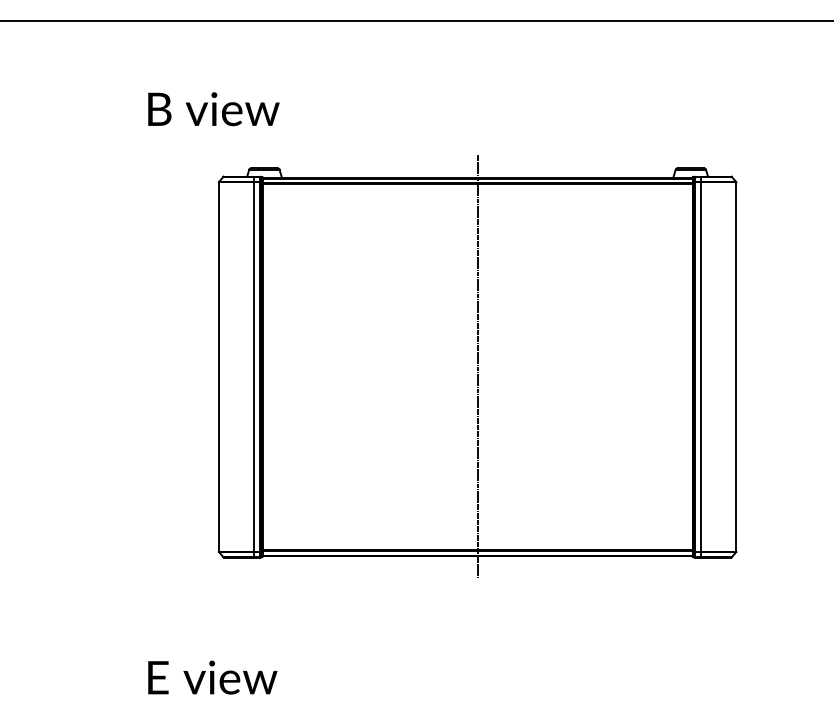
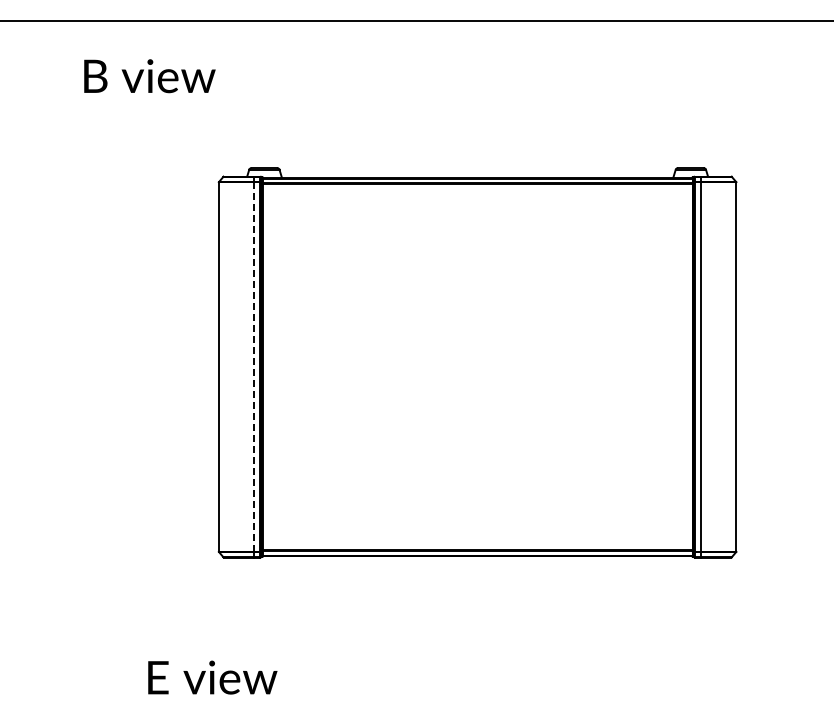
text at (213, 109) position: (213, 109) -> (149, 76)
line at (477, 366): present -> none
line at (254, 367): solid -> dashed
